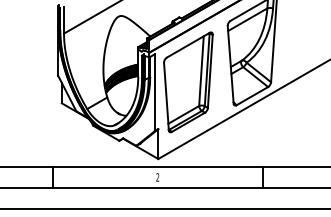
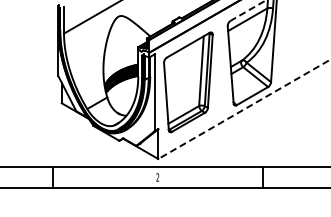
line at (248, 10): solid -> dashed
line at (244, 109): solid -> dashed
line at (164, 209): present -> none
